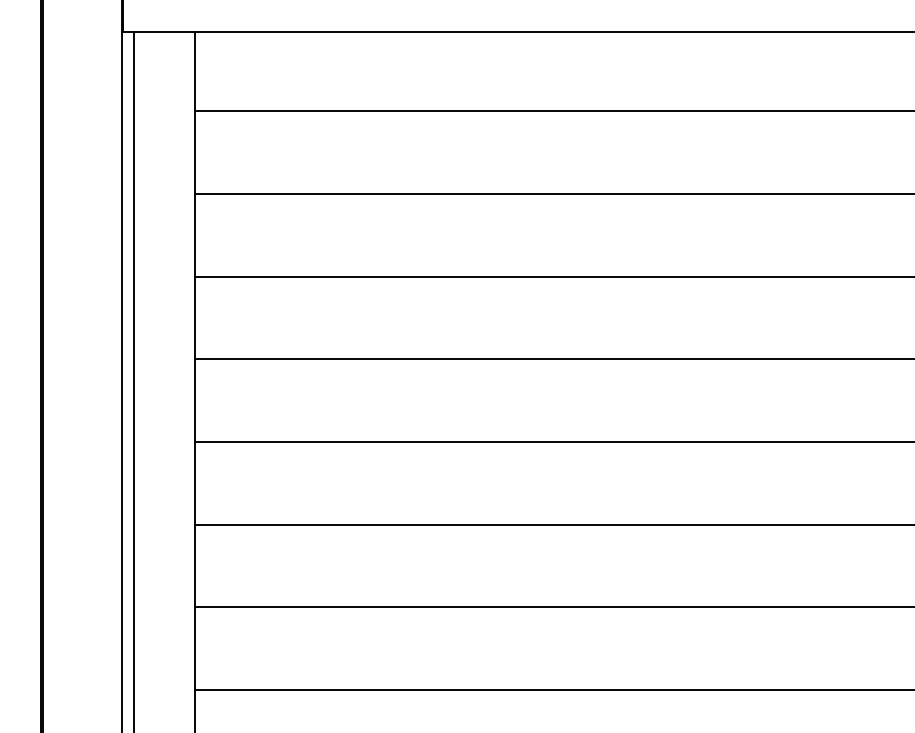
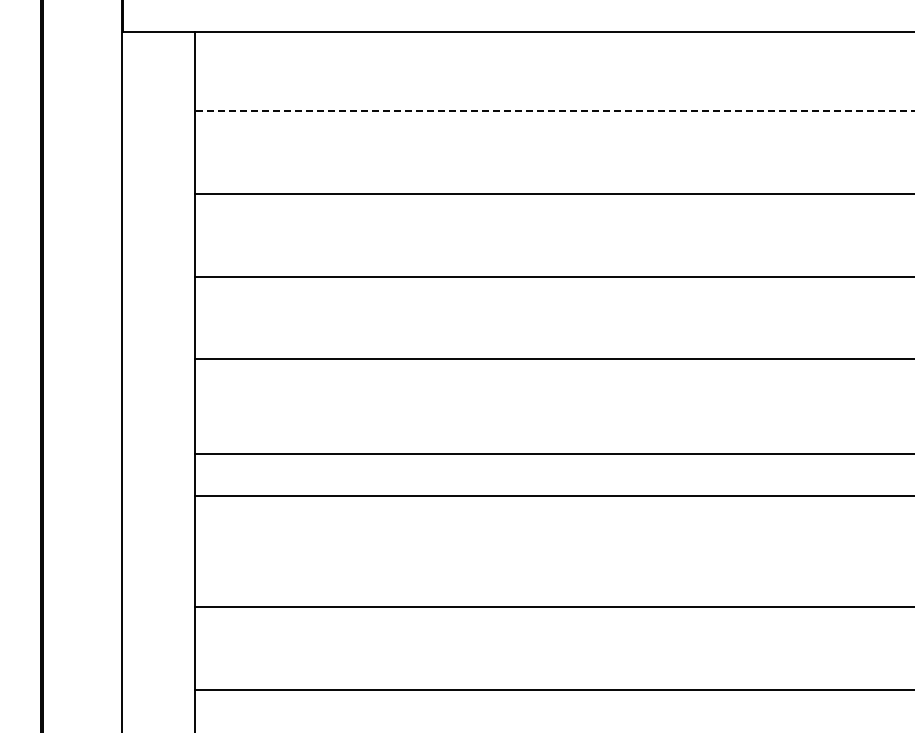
line at (554, 111): solid -> dashed
line at (134, 380): present -> none
line at (552, 441) position: (552, 441) -> (552, 453)
line at (552, 524) position: (552, 524) -> (552, 495)
